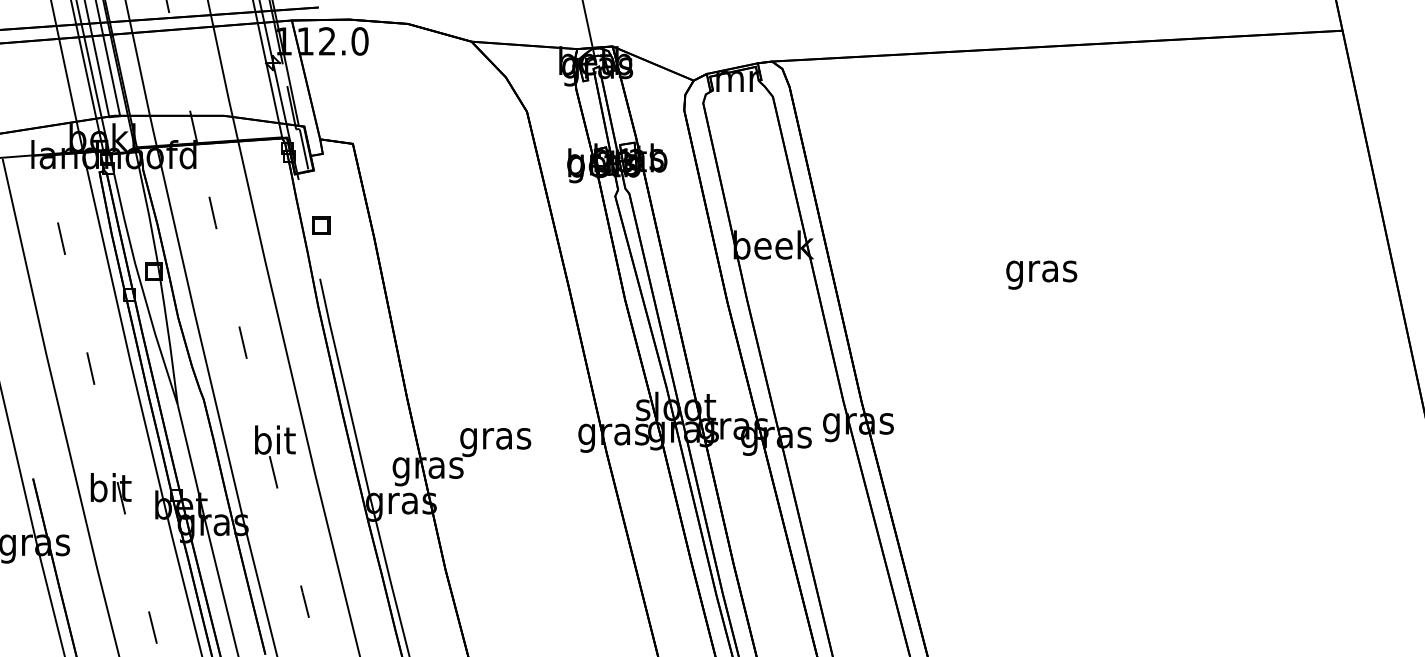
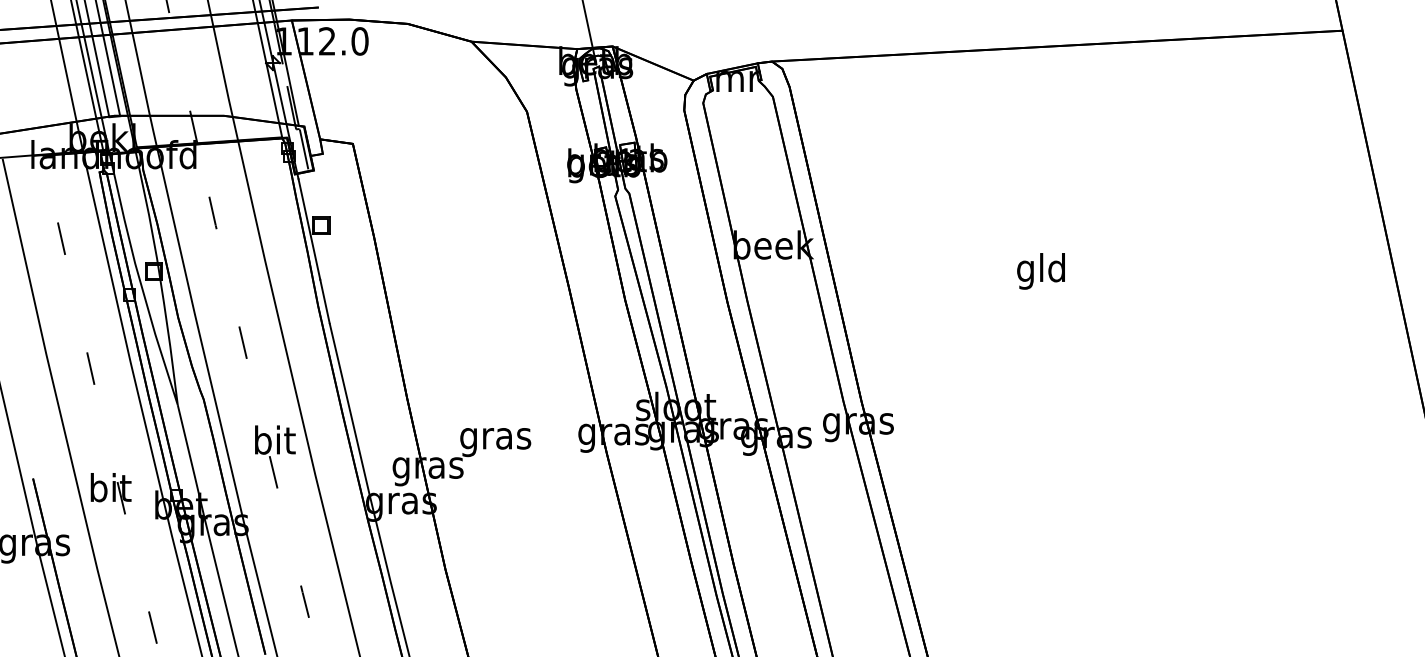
line at (309, 229): none -> present
text at (1041, 271): gras -> gld
